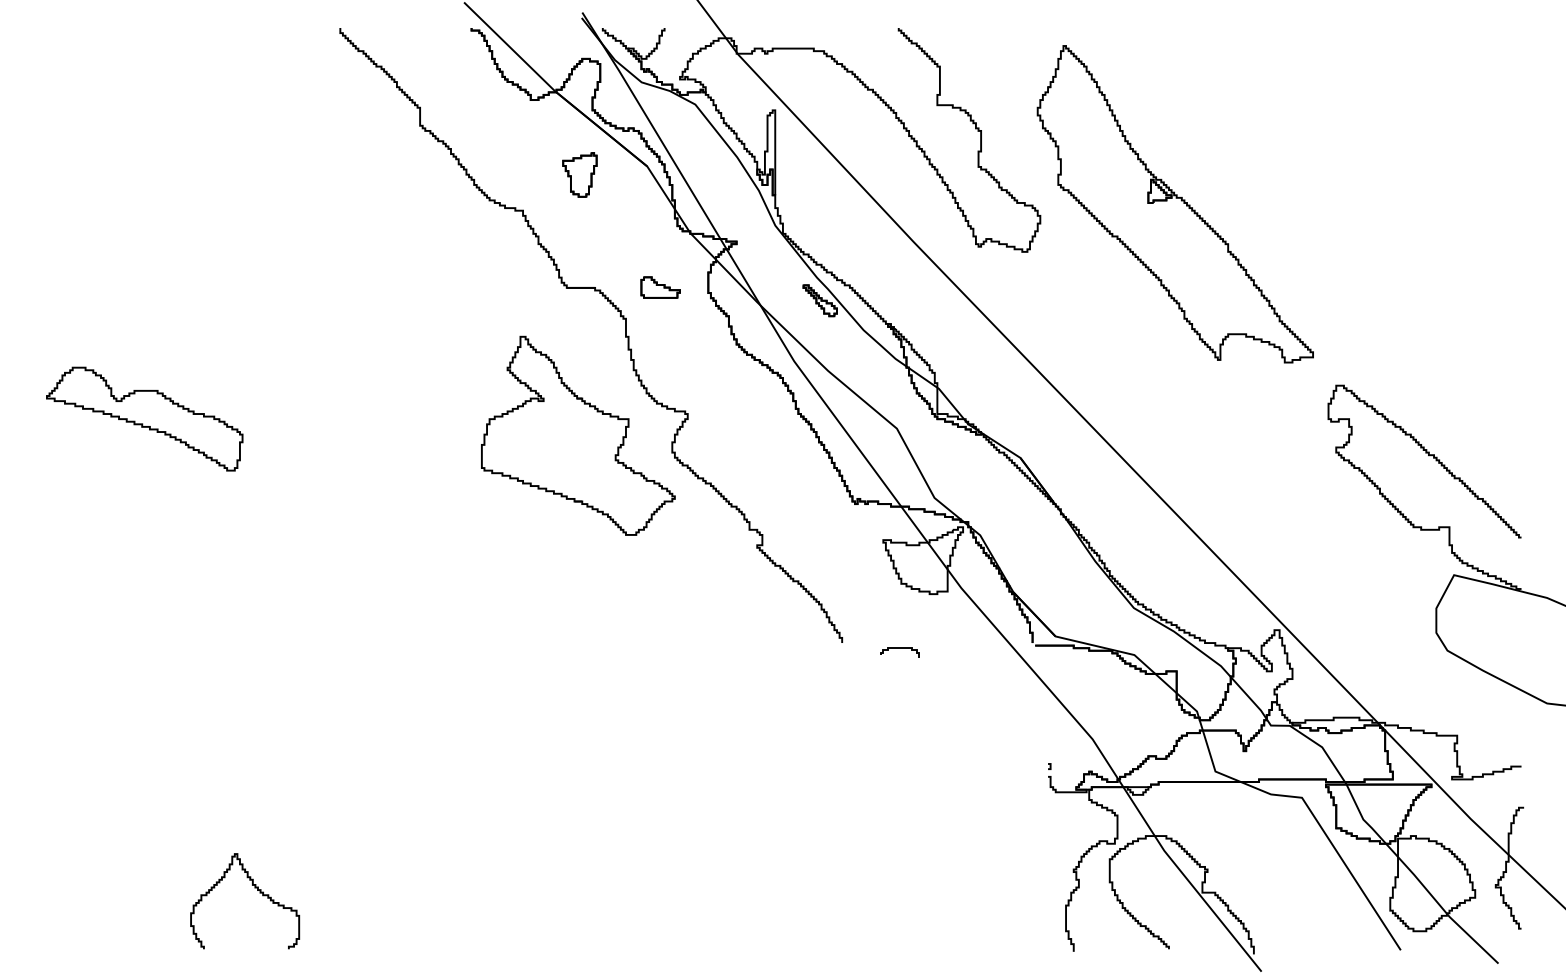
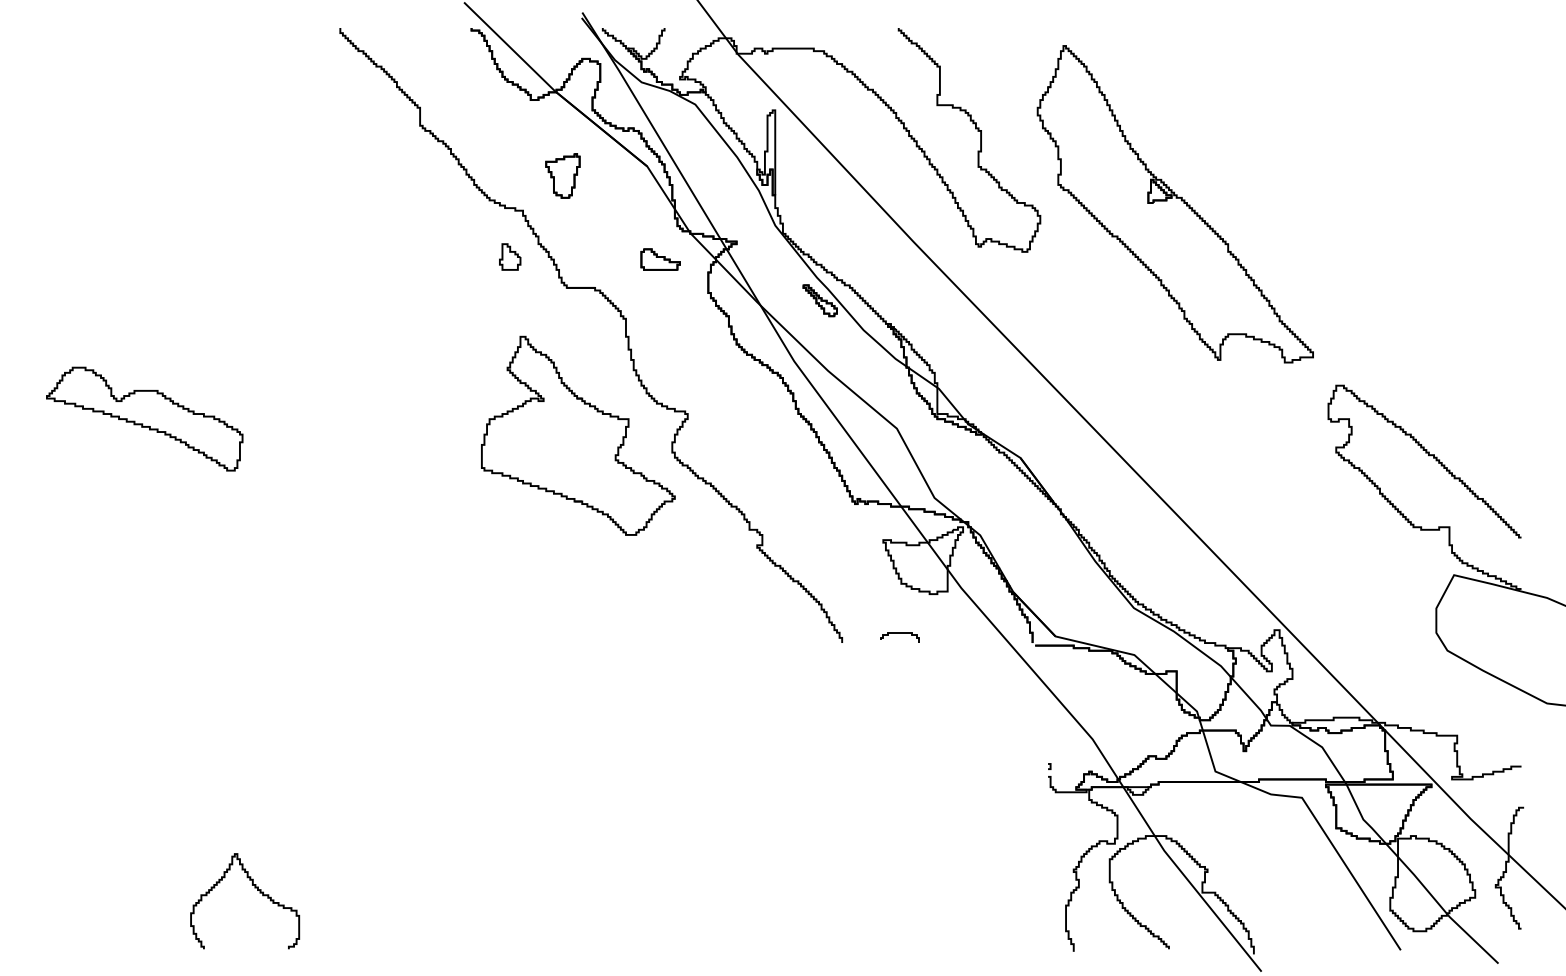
part at (579, 174) position: (579, 174) -> (562, 175)
part at (510, 256): none -> present
part at (660, 287) position: (660, 287) -> (660, 259)
curve at (899, 648) position: (899, 648) -> (899, 633)
